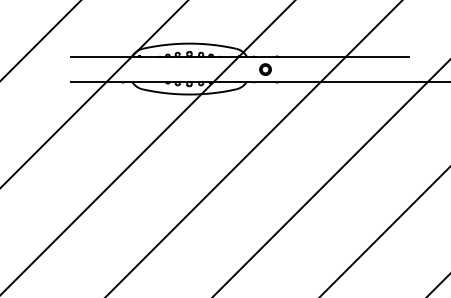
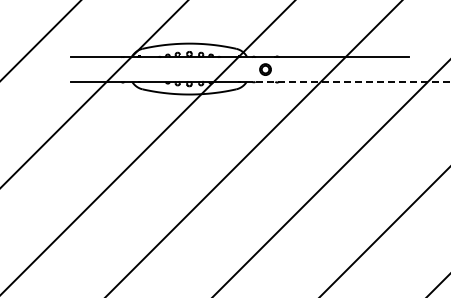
line at (353, 81): solid -> dashed
